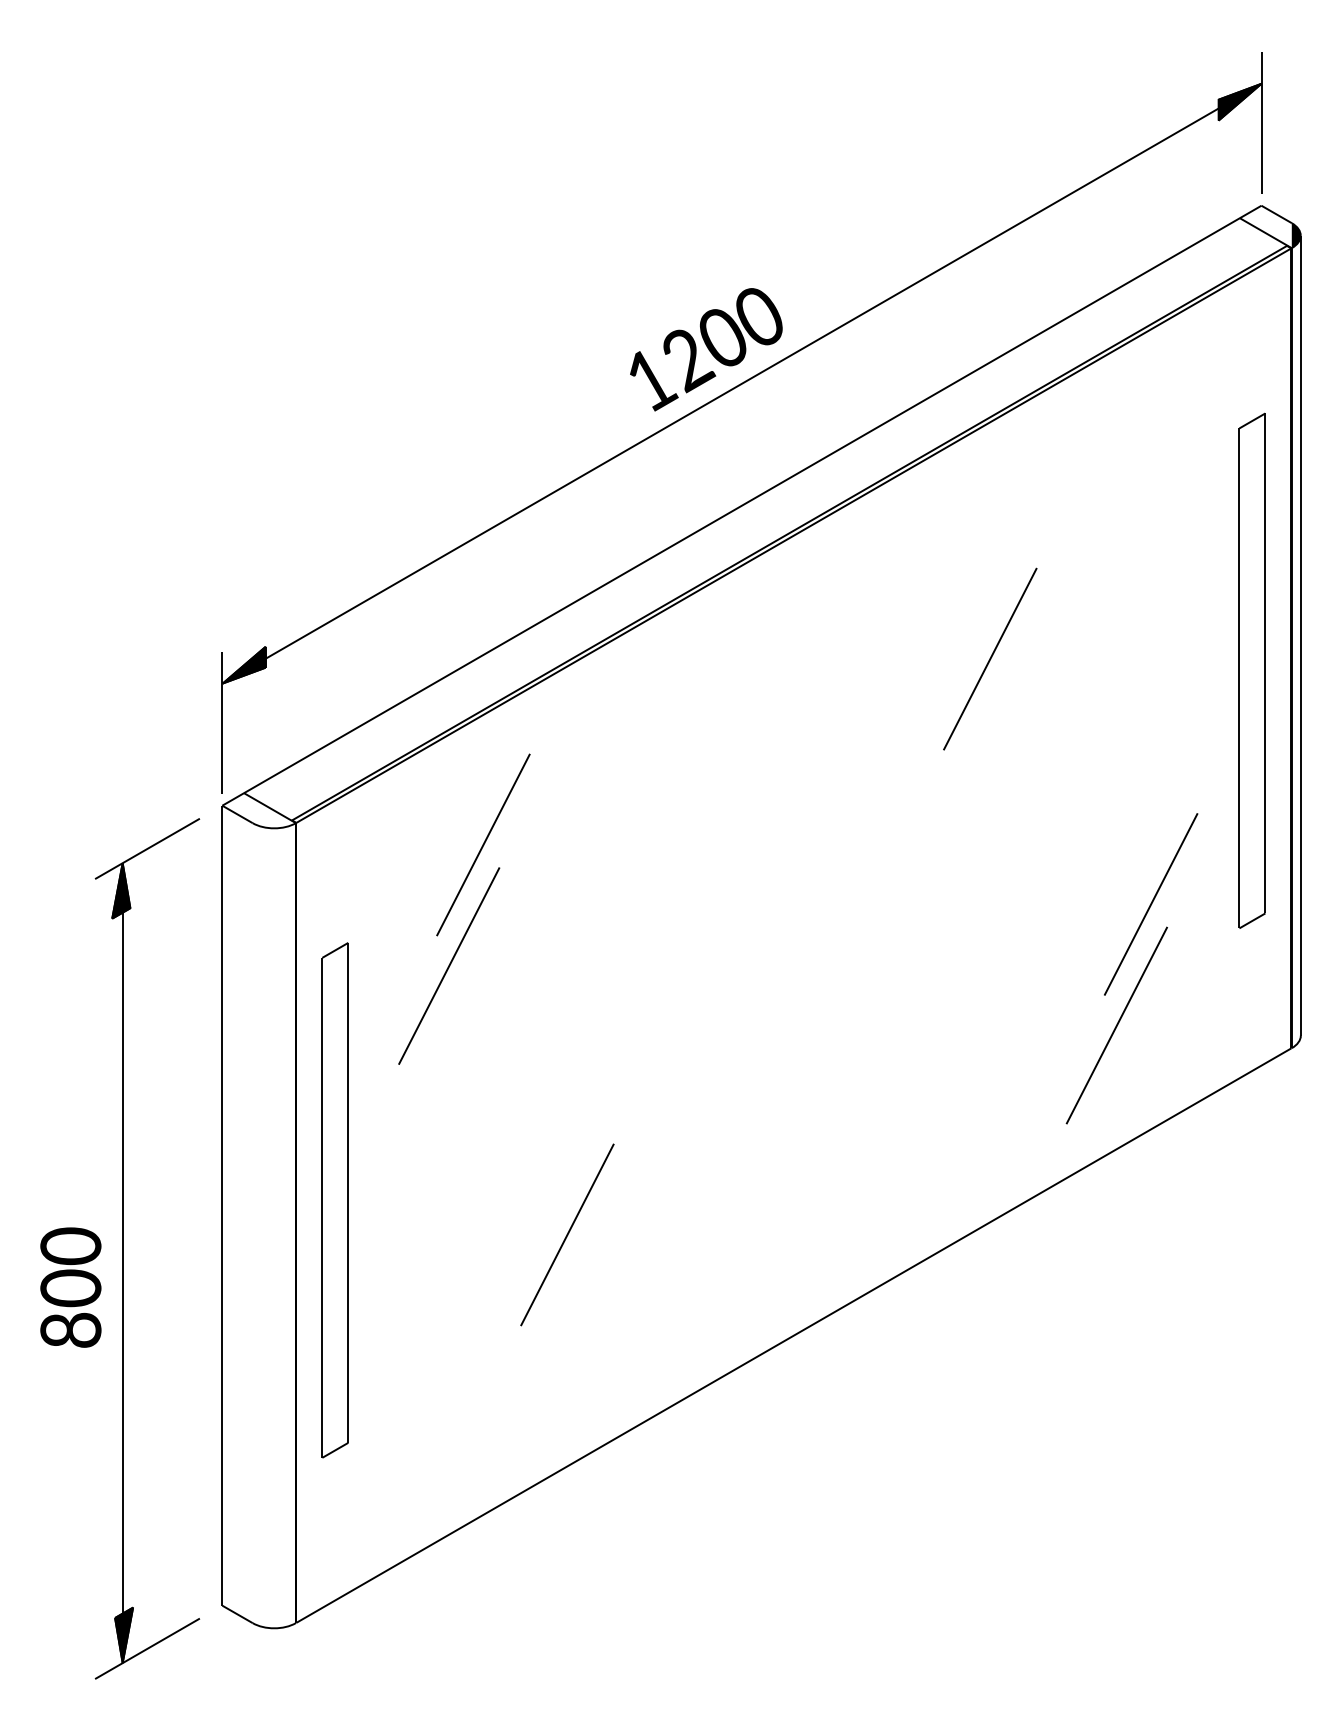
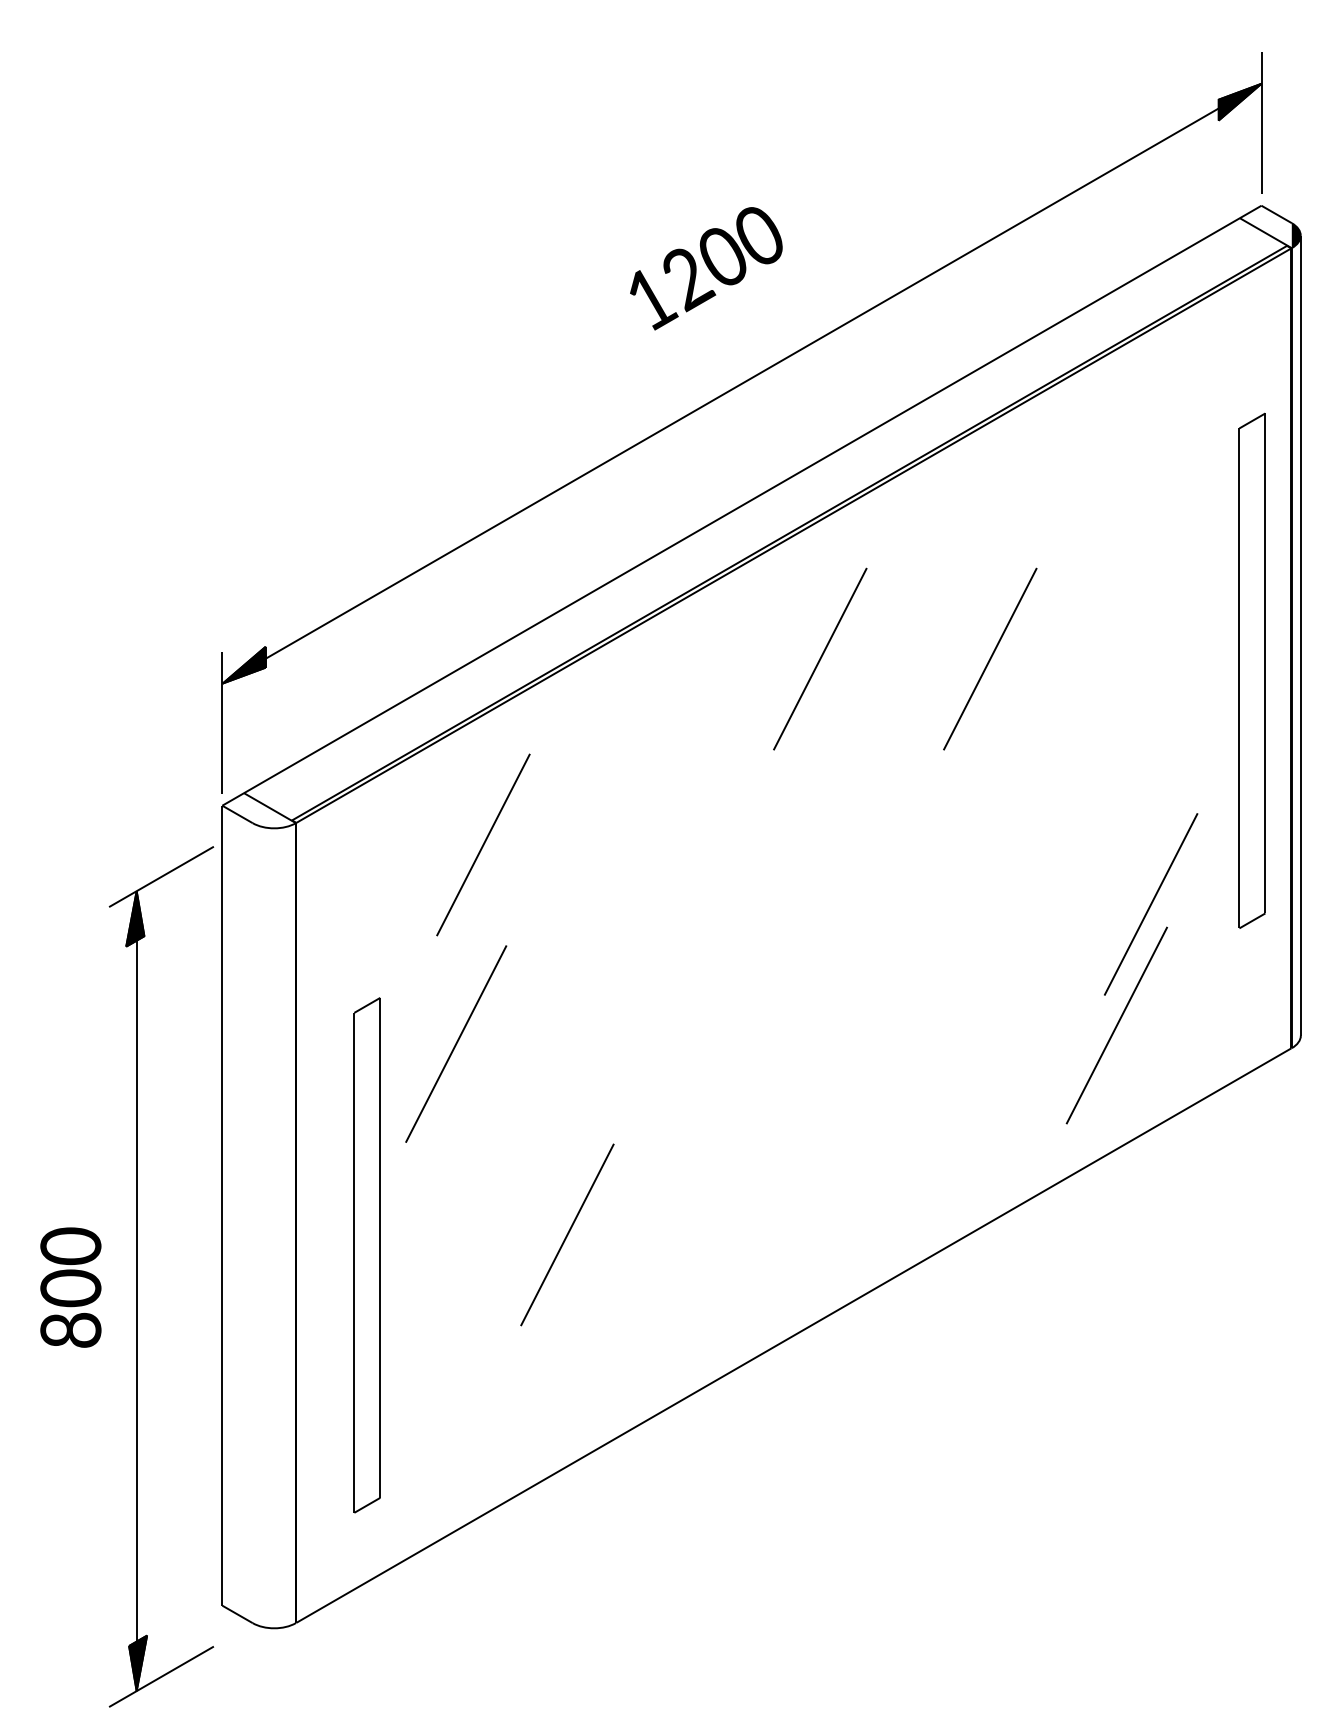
text at (706, 349) position: (706, 349) -> (706, 268)
line at (820, 658): none -> present
line at (449, 965) position: (449, 965) -> (456, 1043)
part at (334, 1200) position: (334, 1200) -> (366, 1255)
part at (123, 1248) position: (123, 1248) -> (137, 1276)
